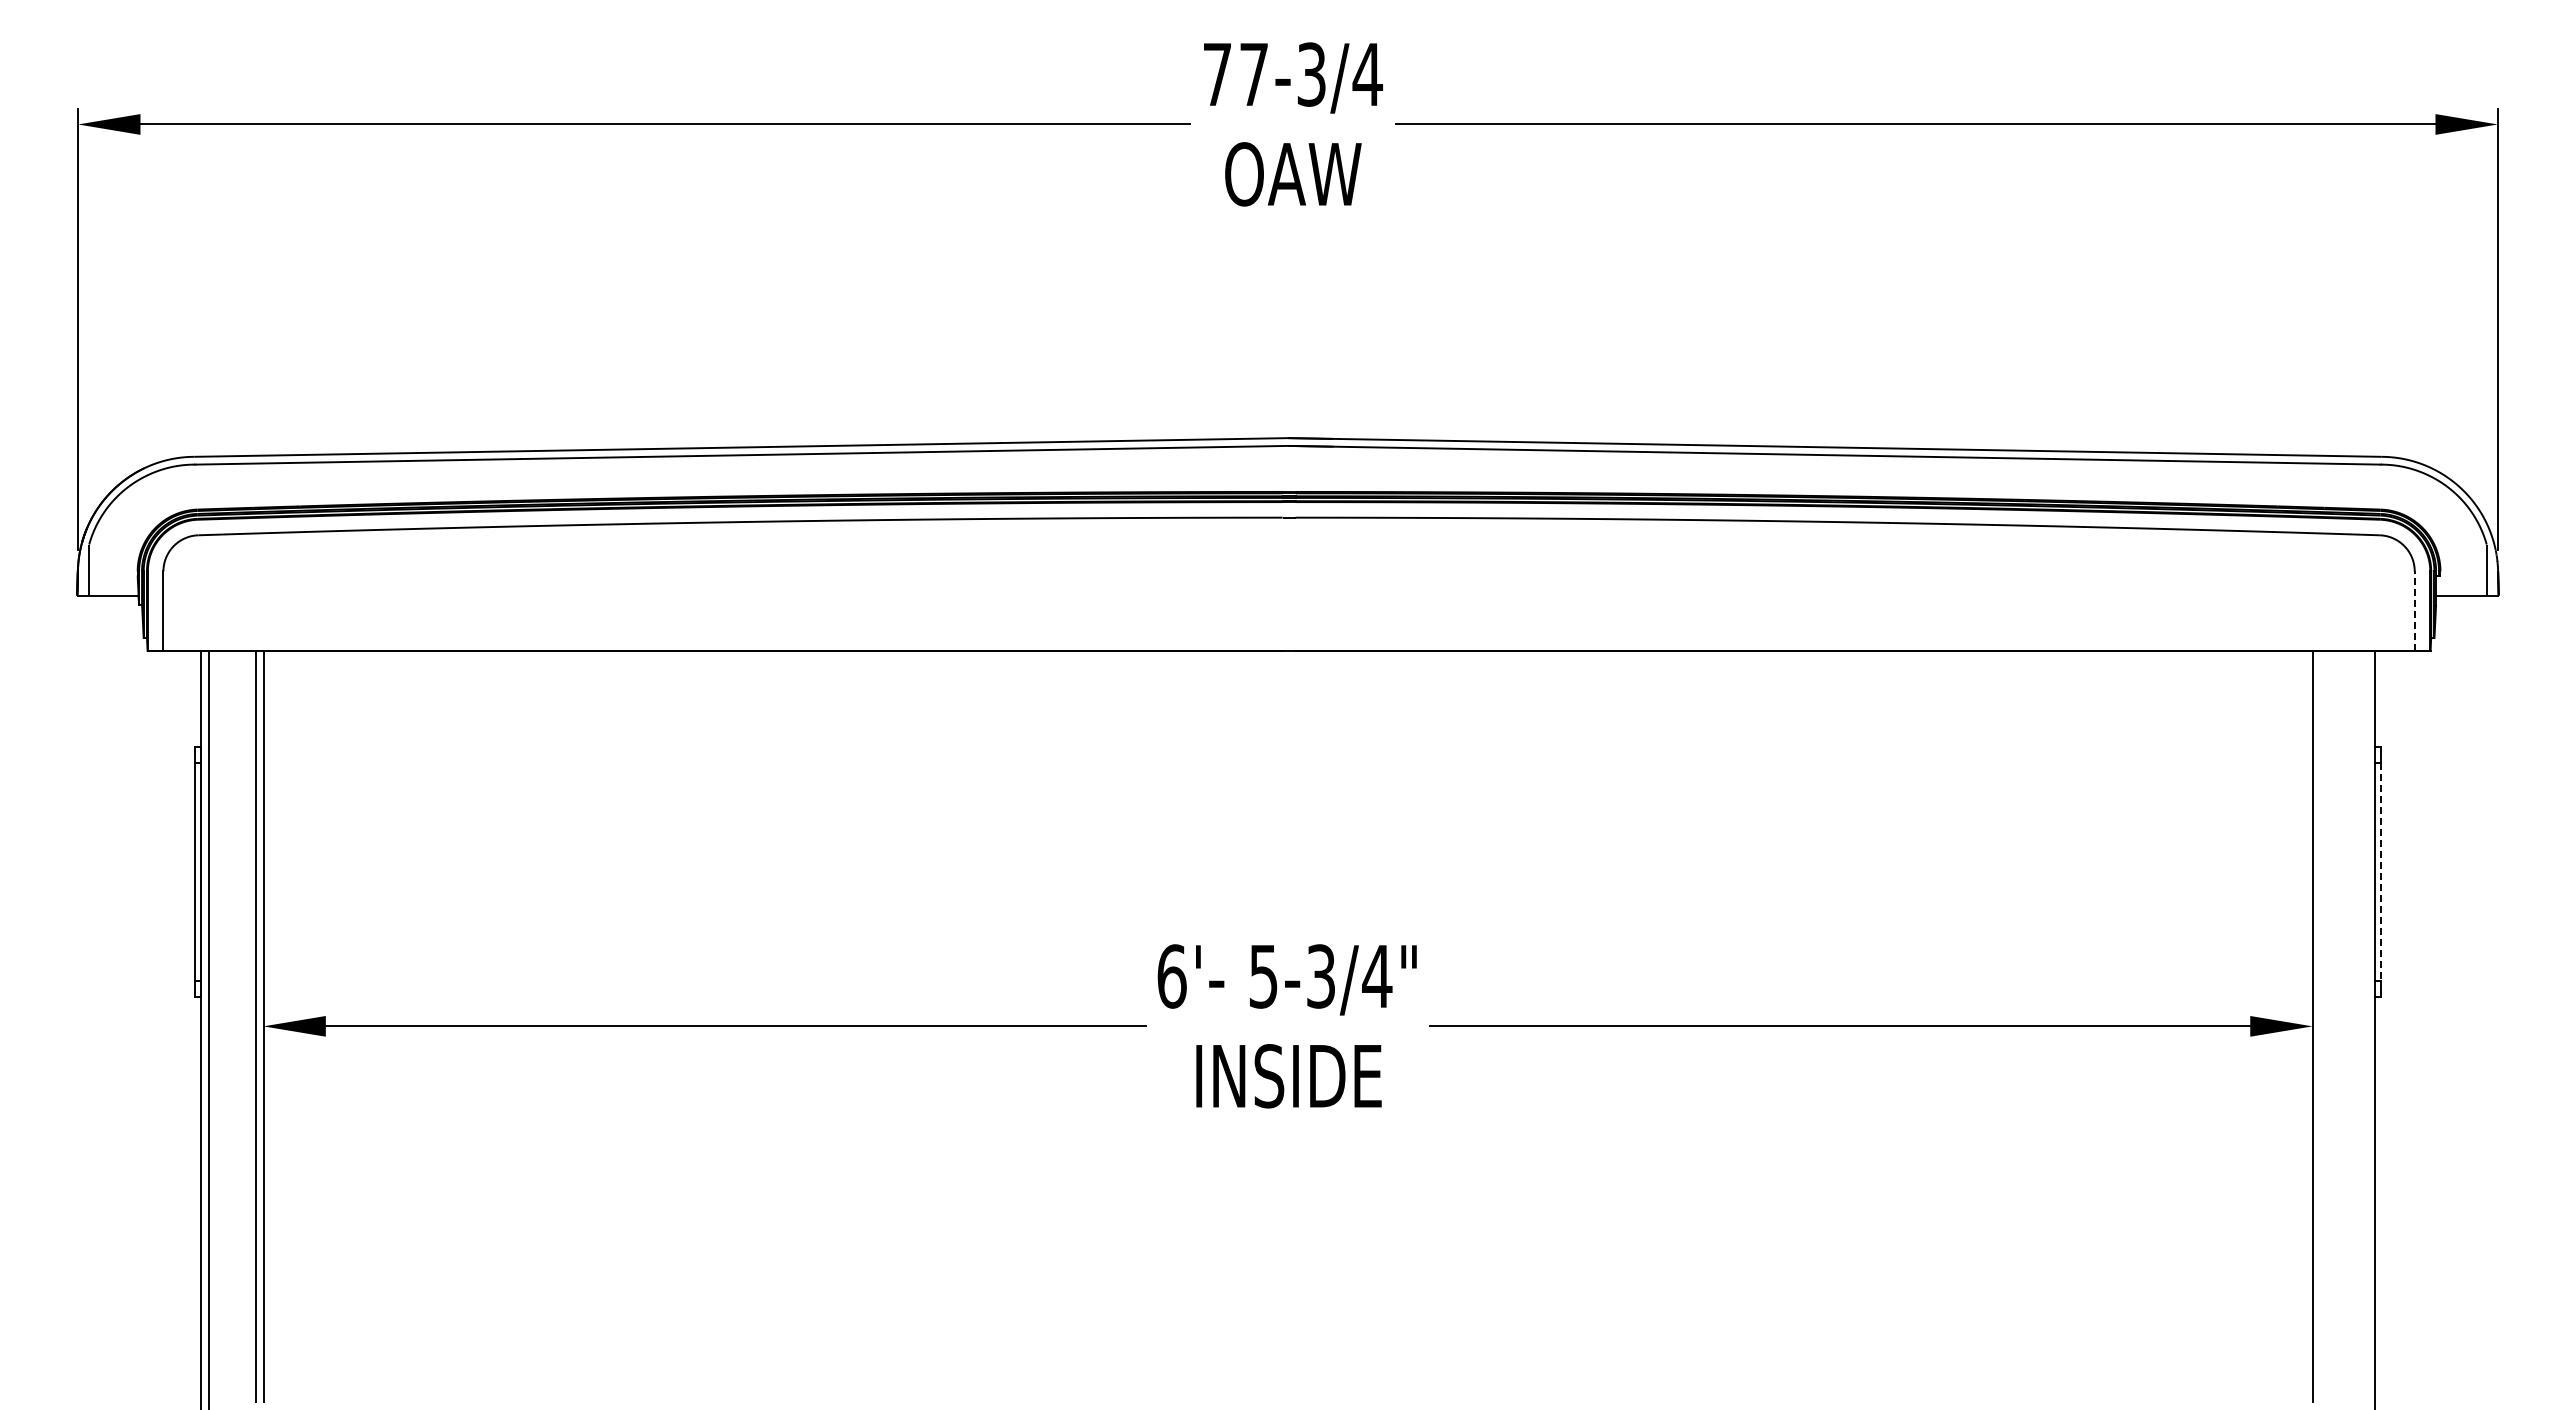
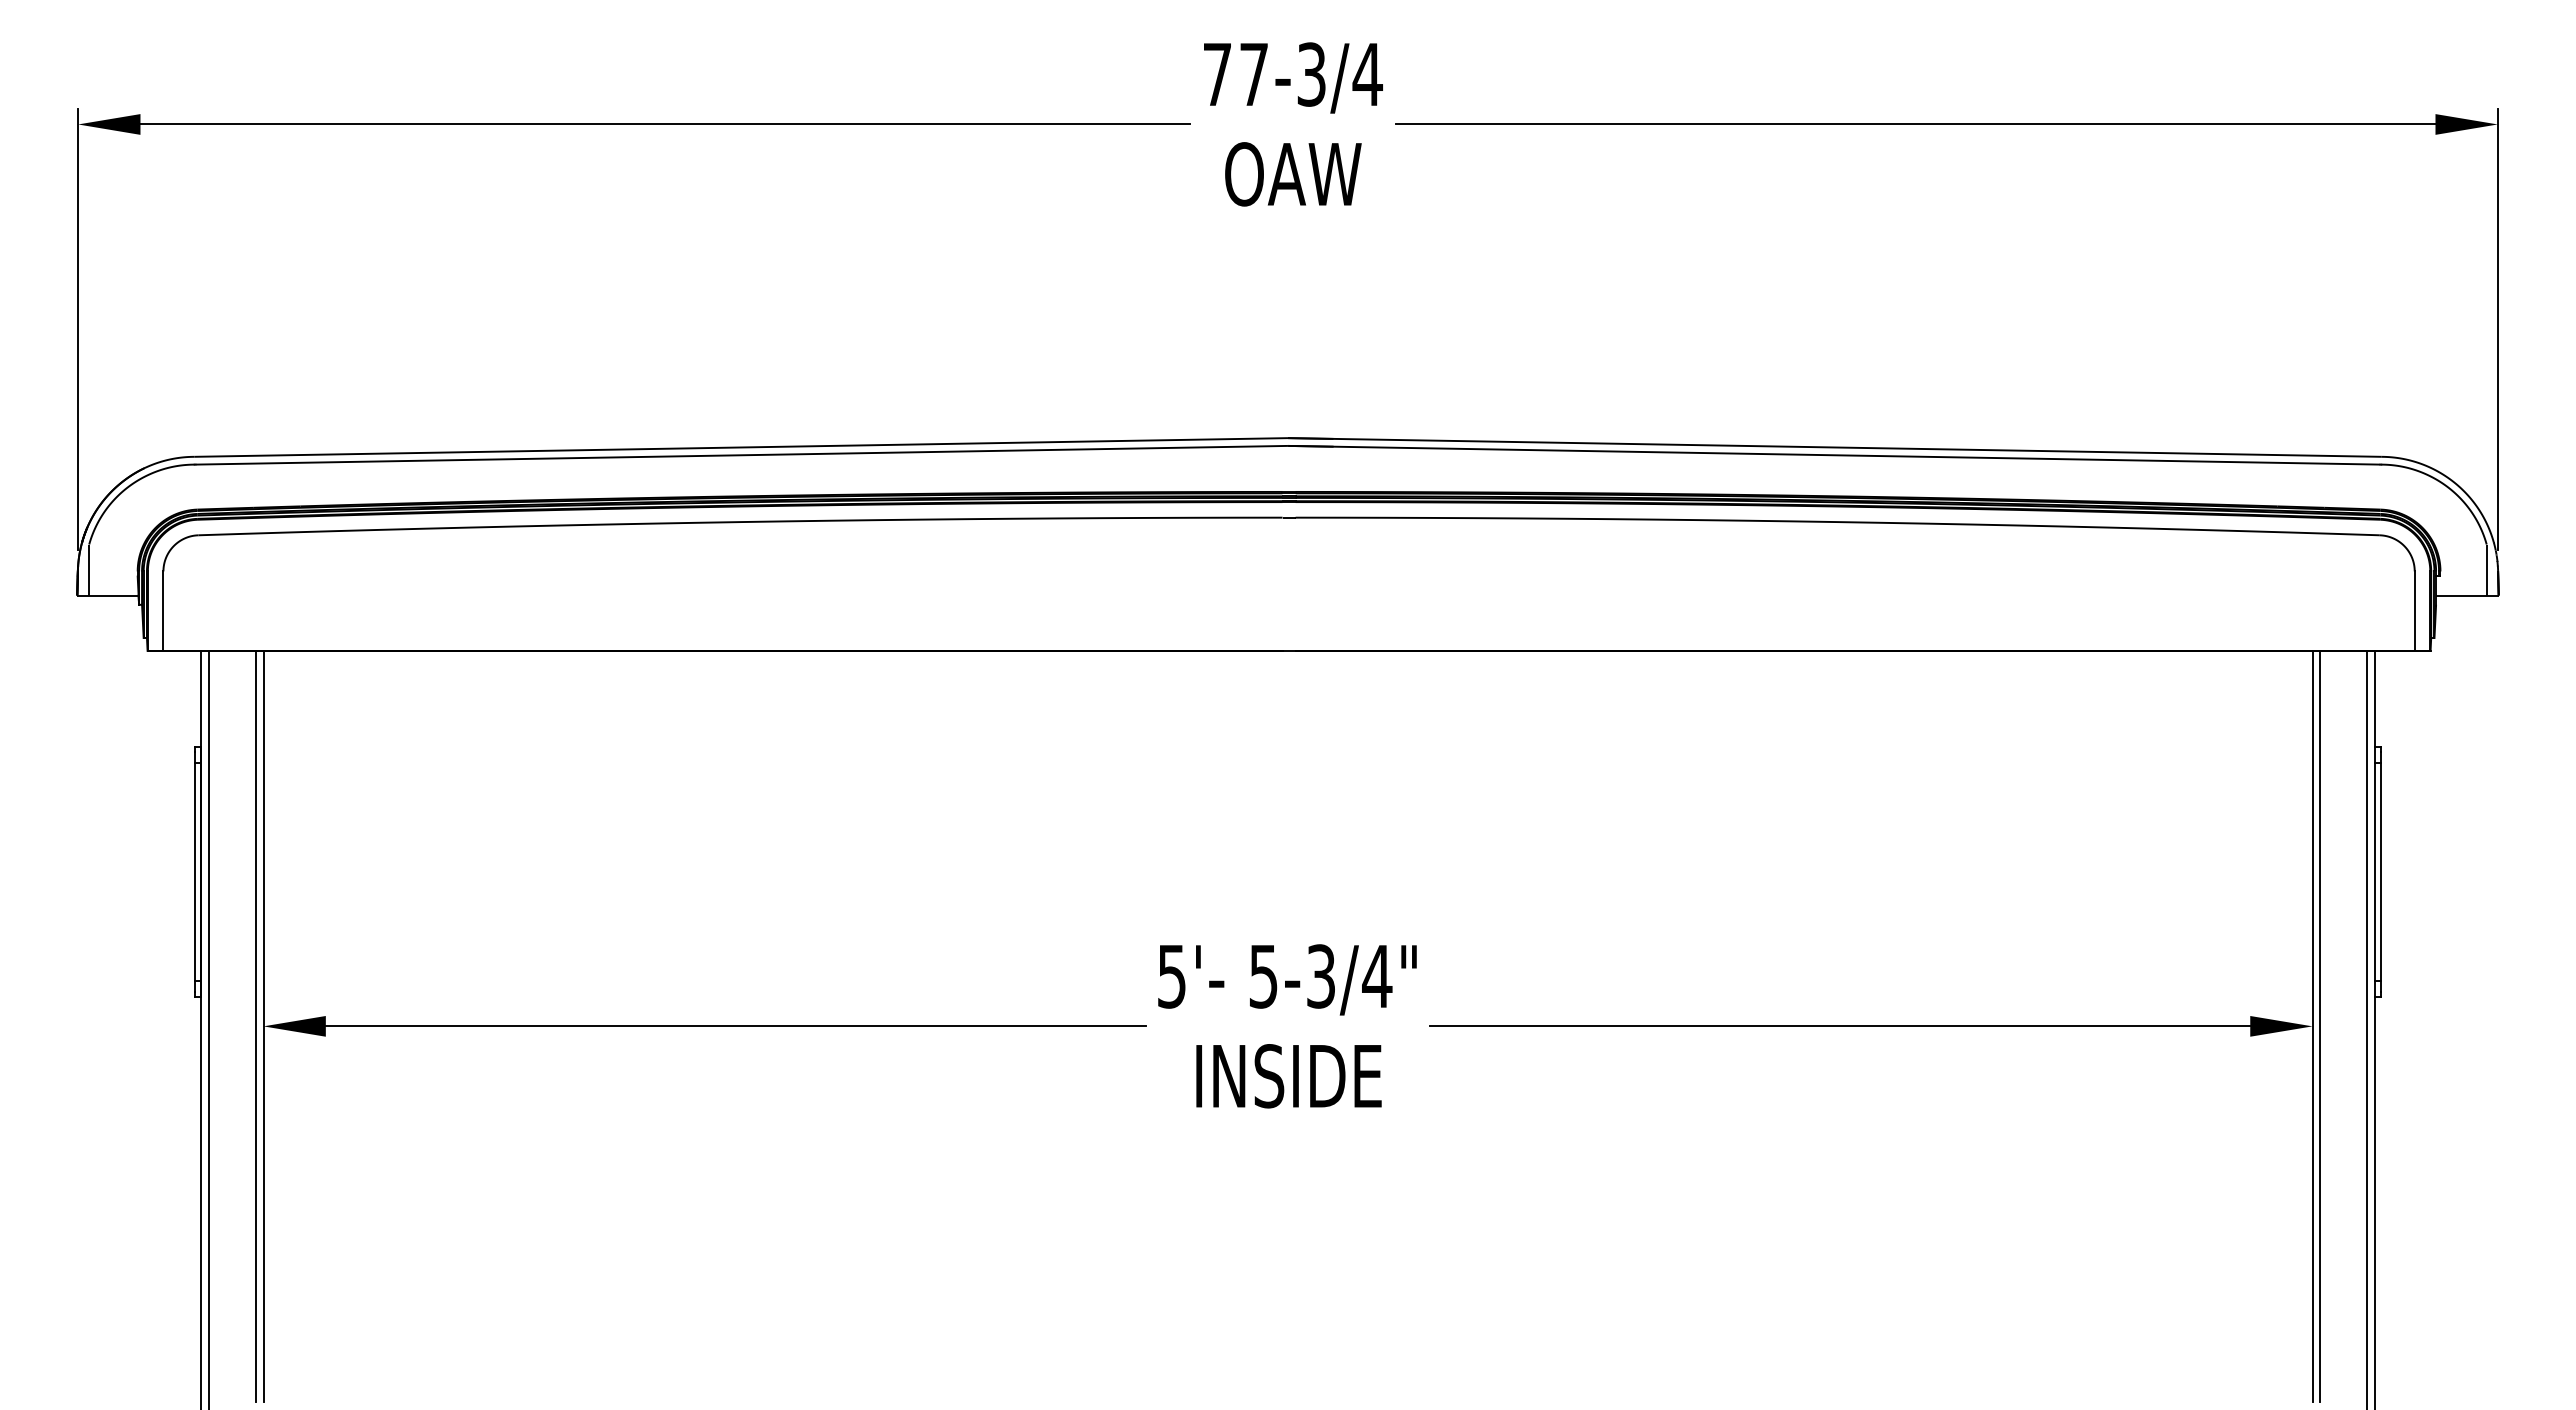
line at (2414, 611): dashed -> solid
line at (2380, 872): dashed -> solid
text at (1171, 976): 6'- -> 5'-
line at (2320, 1025): none -> present
line at (2367, 1028): none -> present
